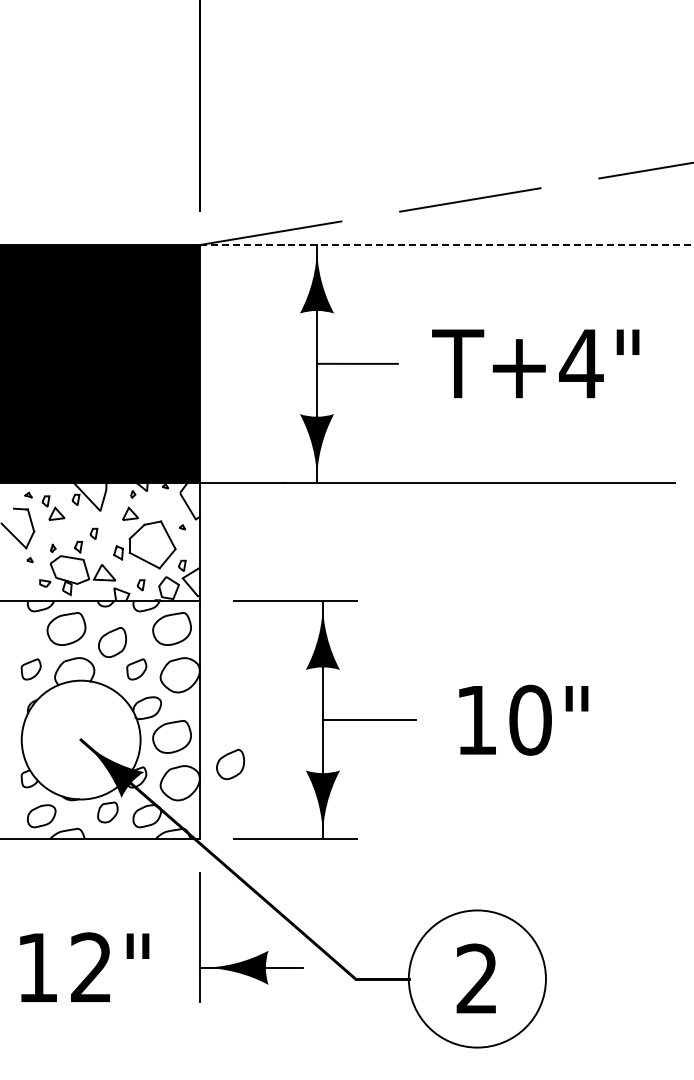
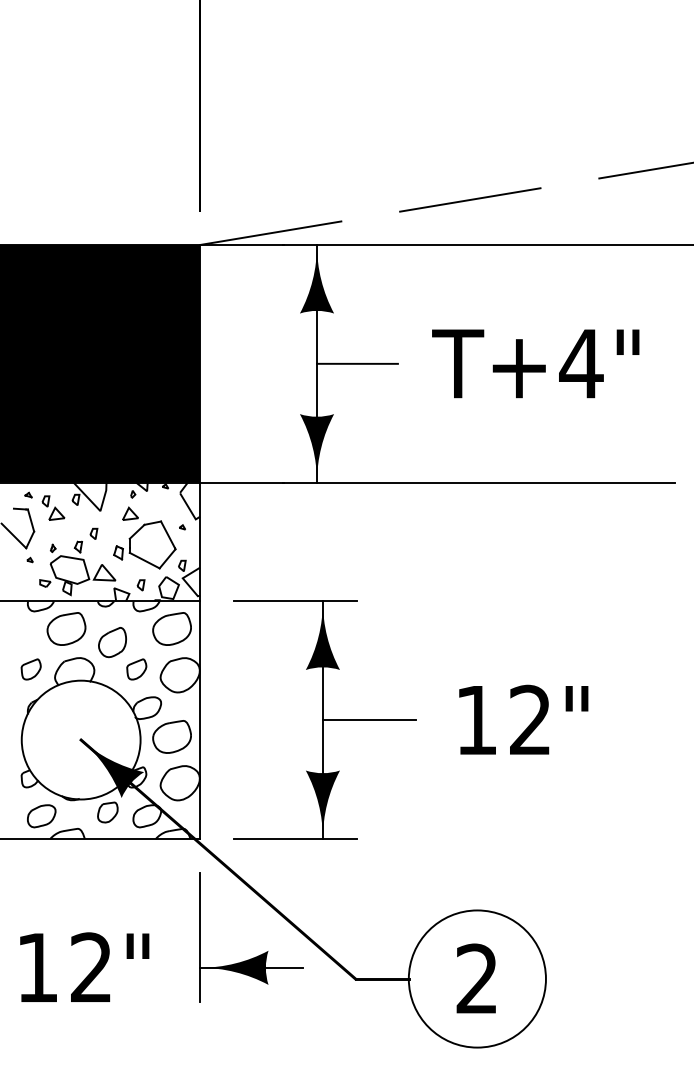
line at (446, 245): dashed -> solid
text at (530, 719): 10" -> 12"
part at (230, 764): present -> none
